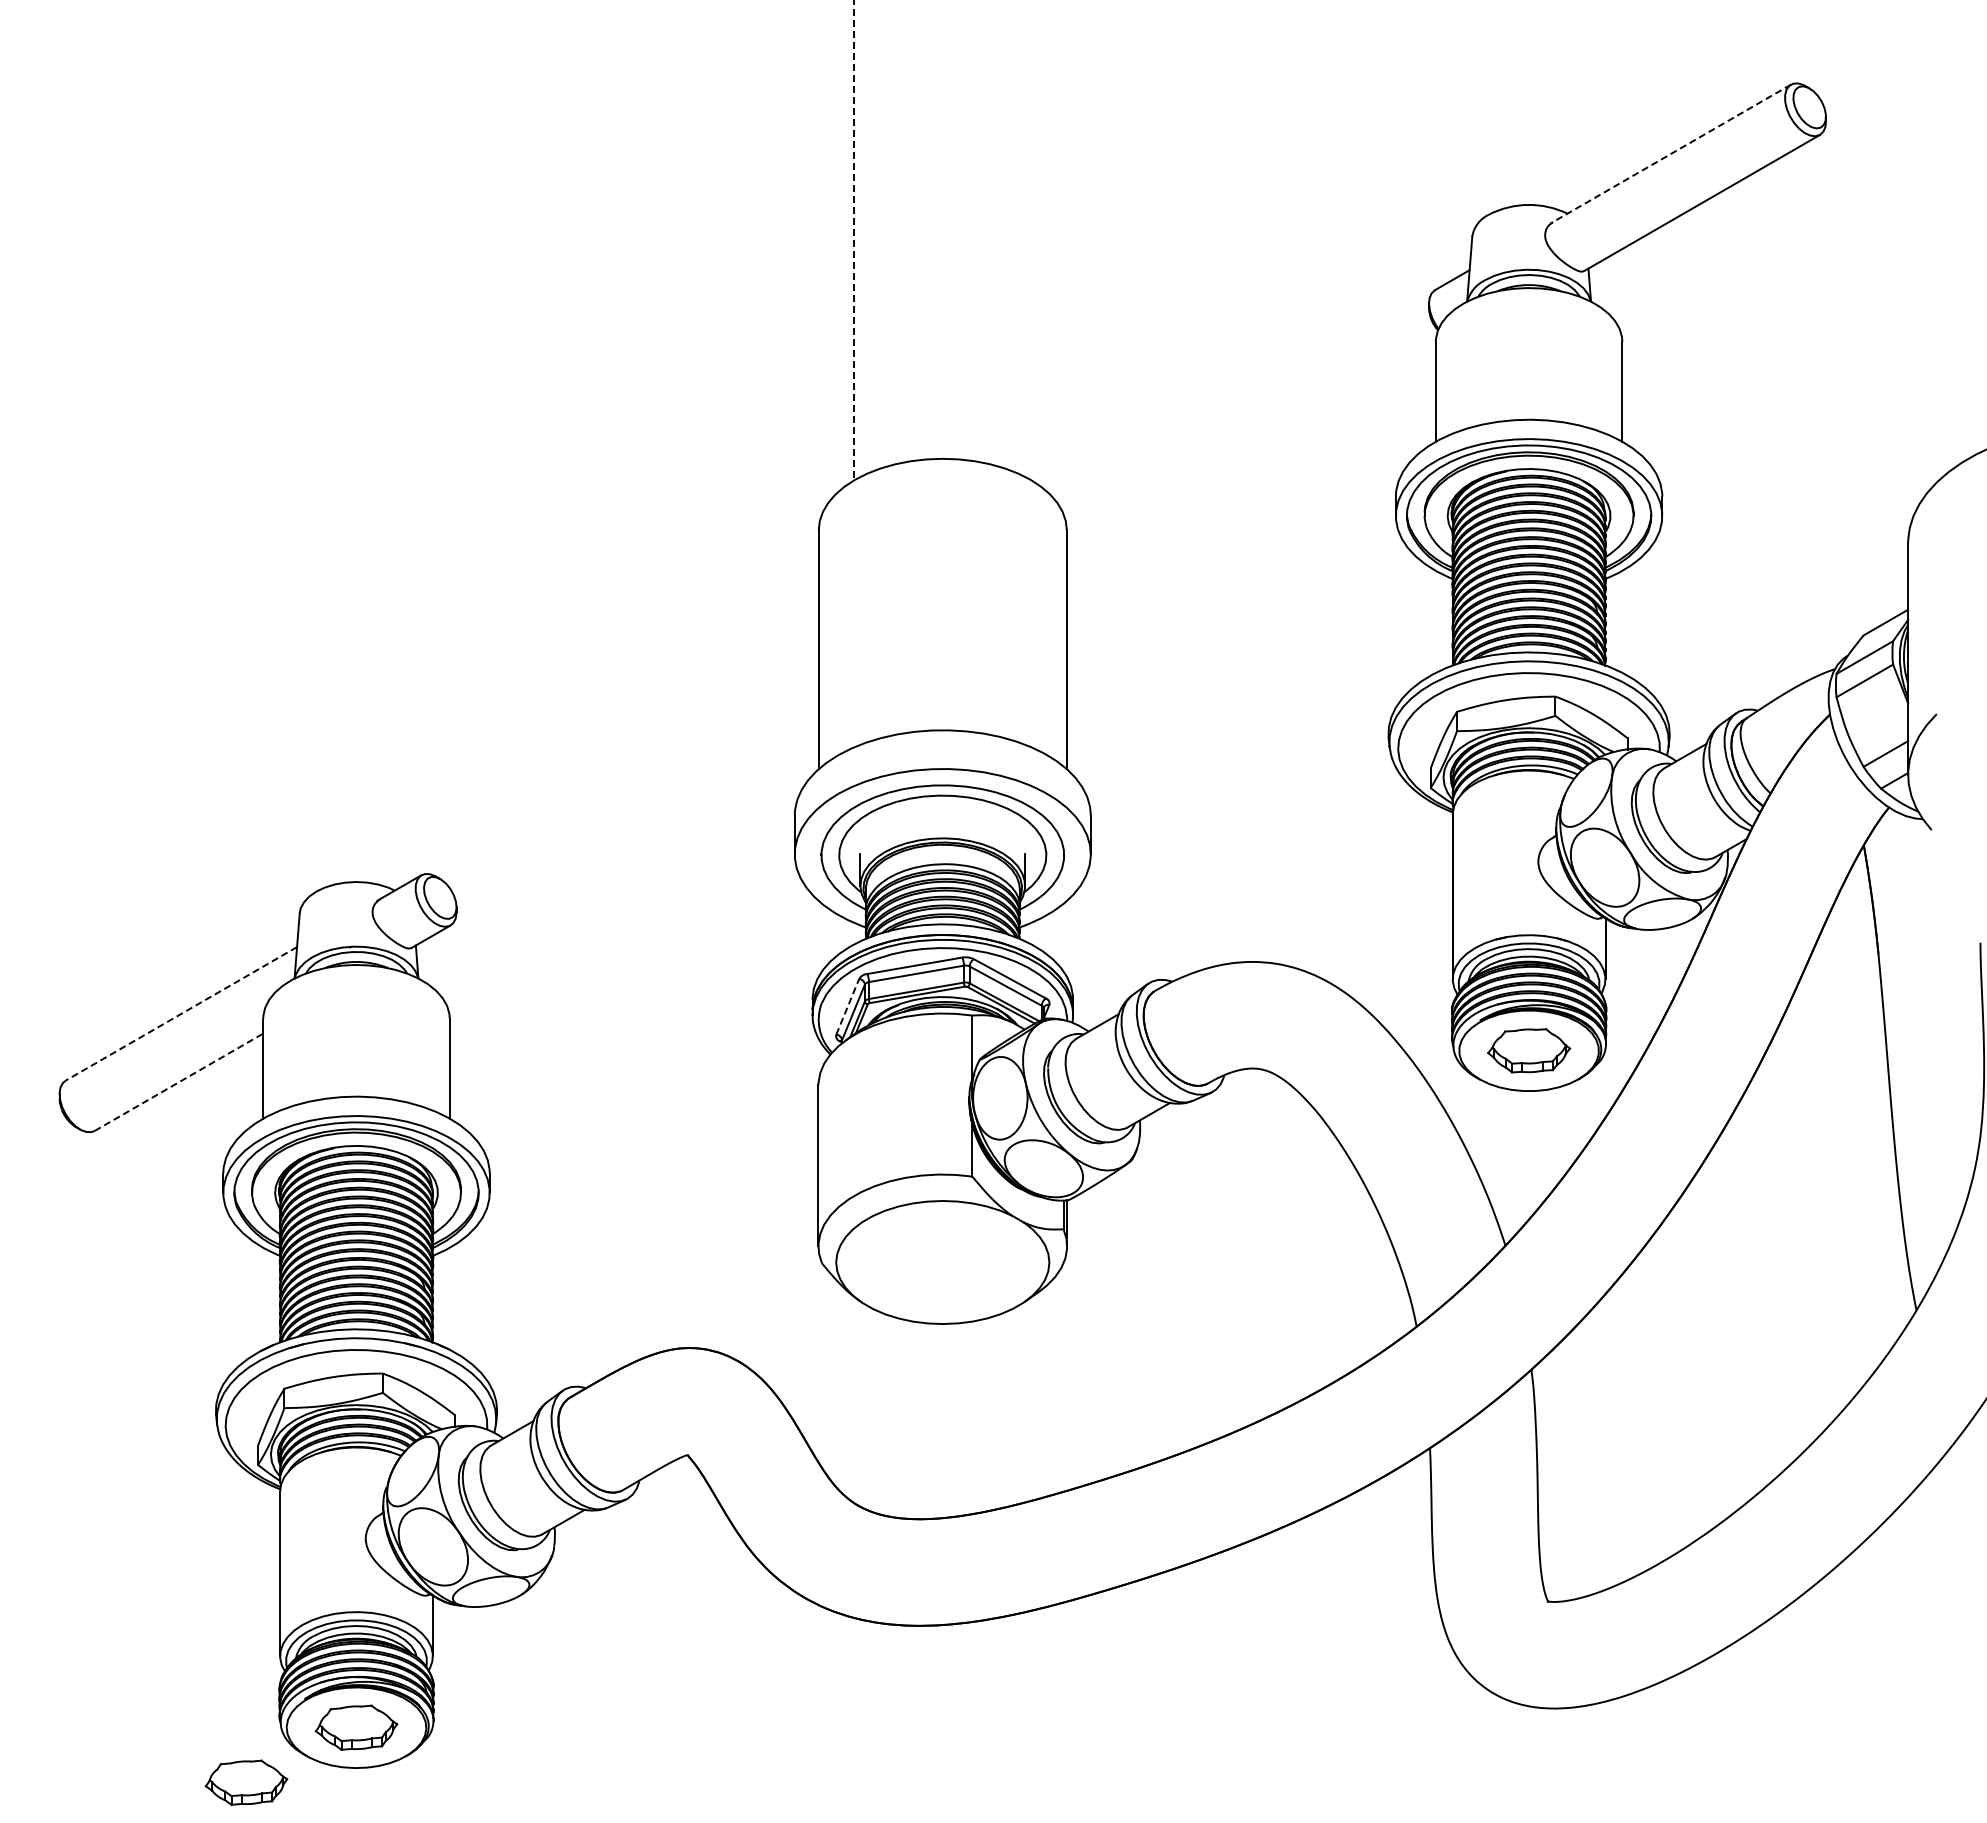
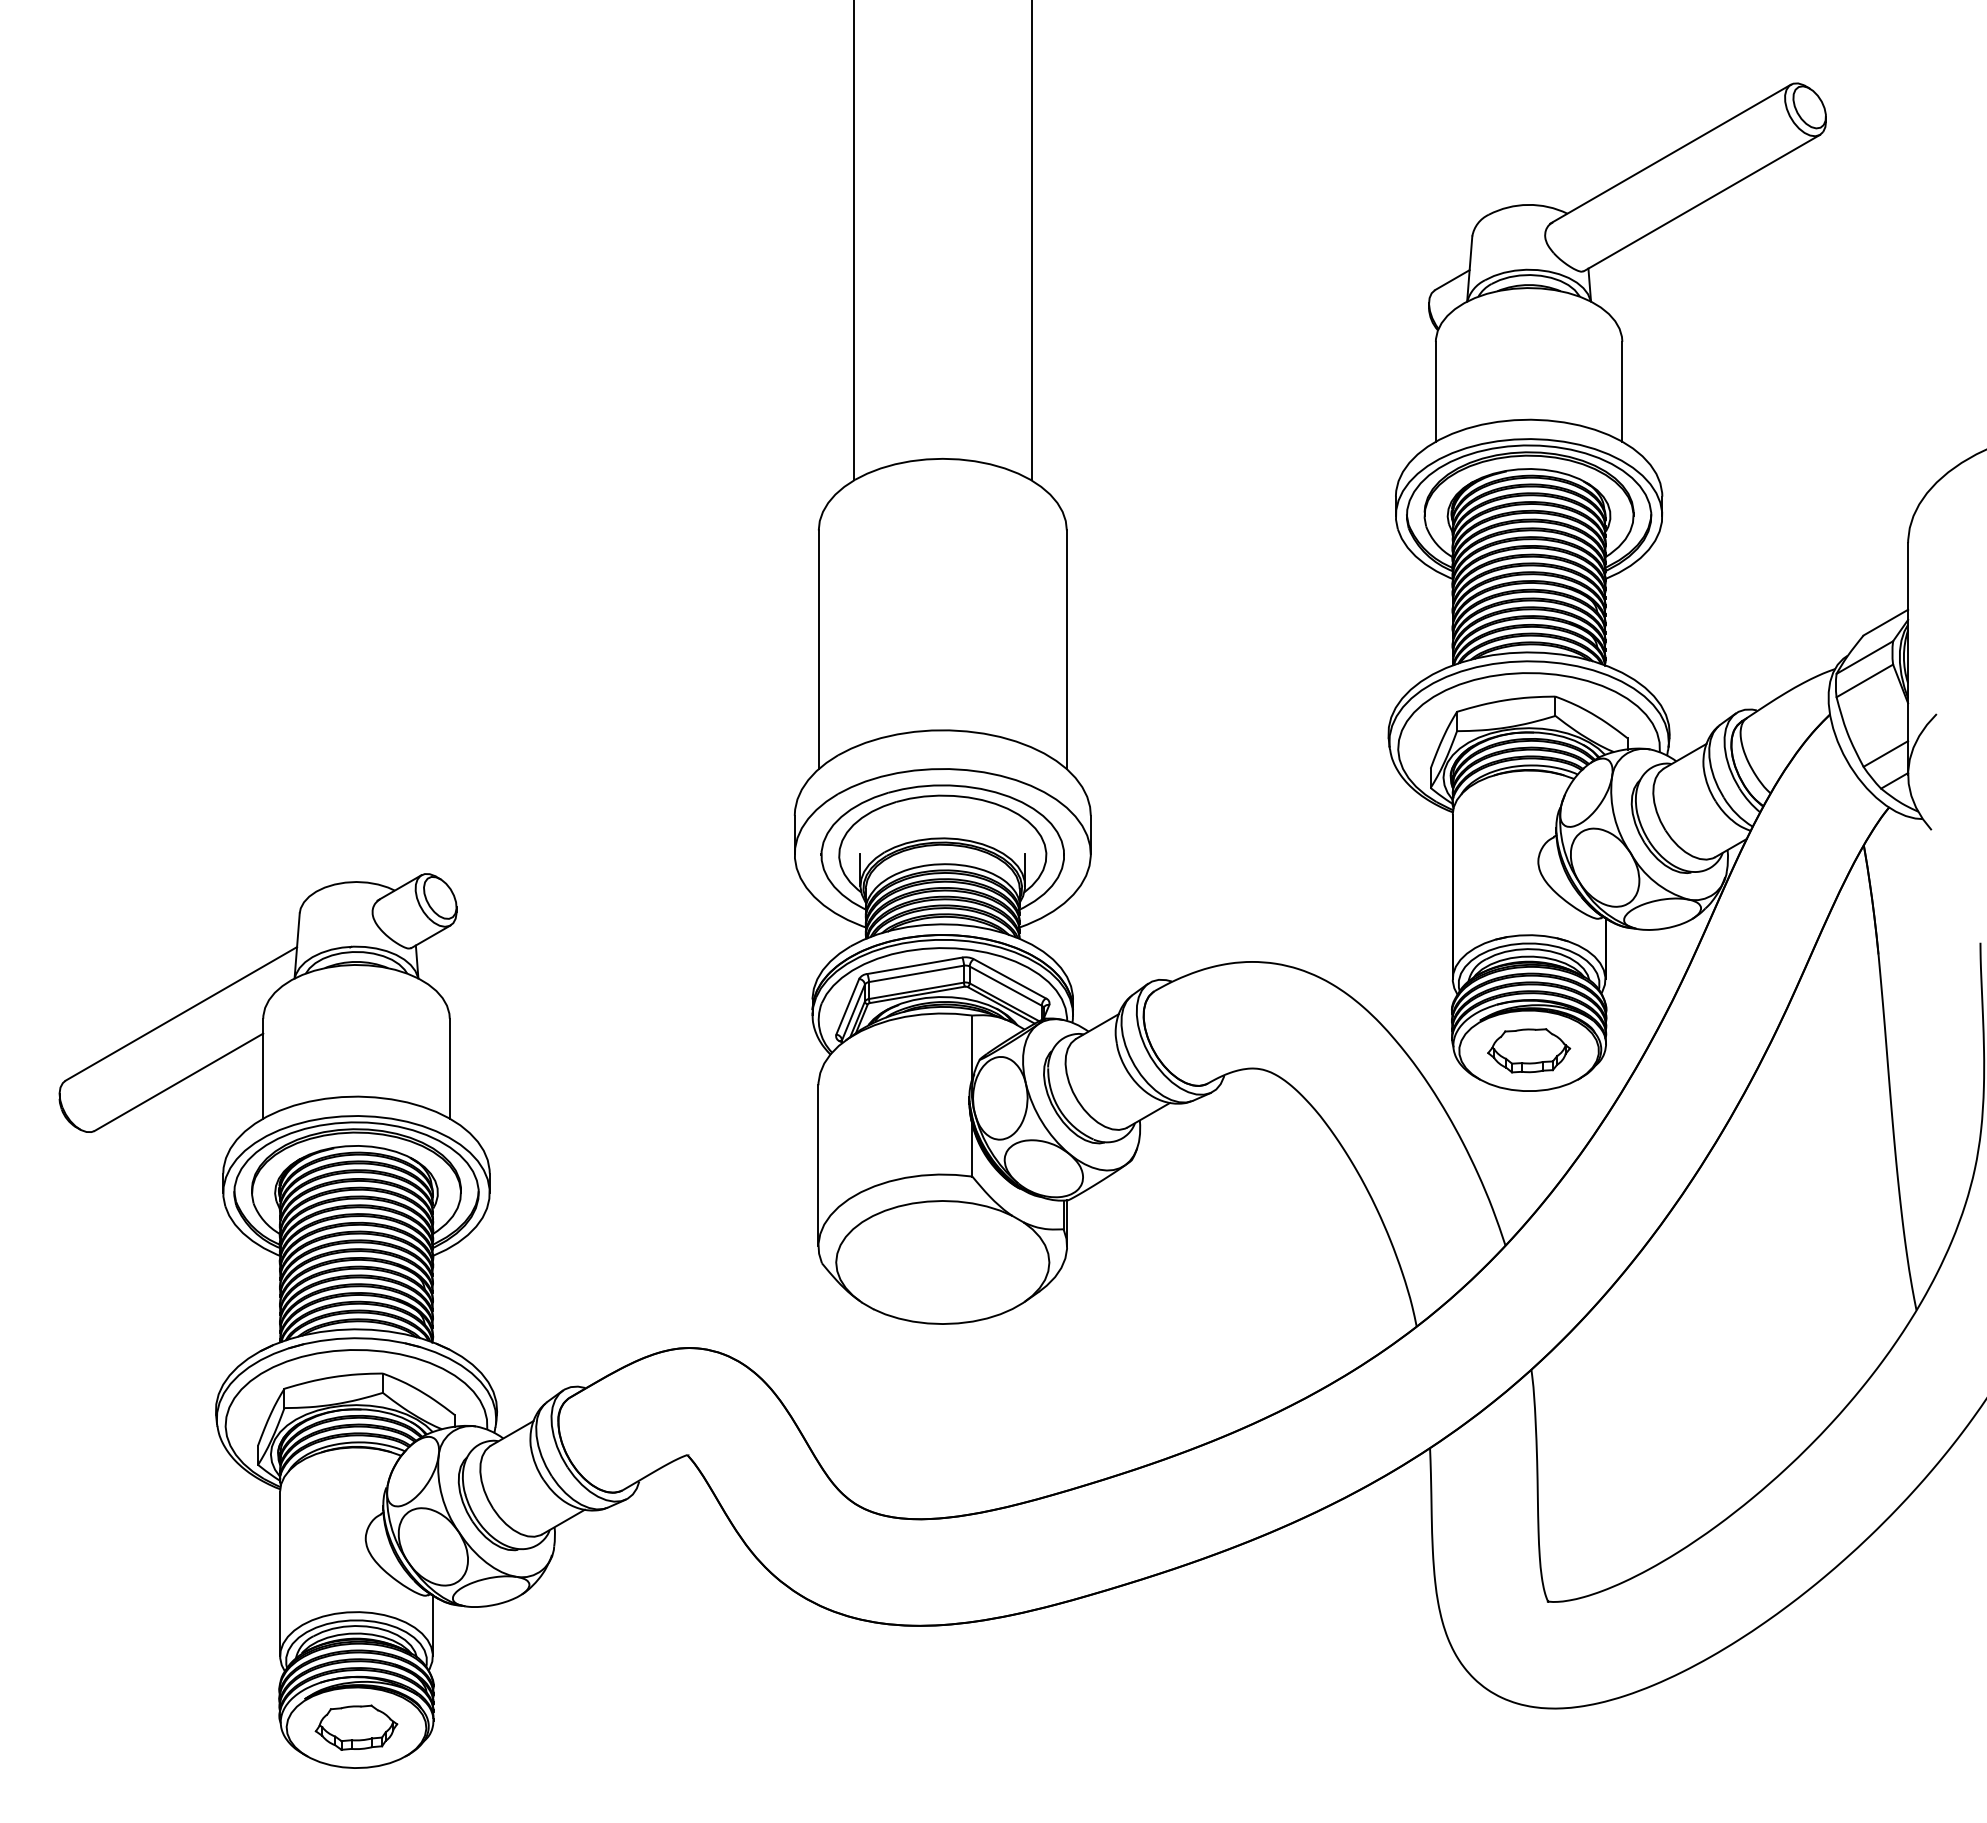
line at (1670, 154): dashed -> solid
line at (853, 240): dashed -> solid
line at (1031, 241): none -> present
line at (847, 1006): dashed -> solid
line at (181, 1013): dashed -> solid
line at (179, 1082): dashed -> solid
part at (246, 1782): present -> none
